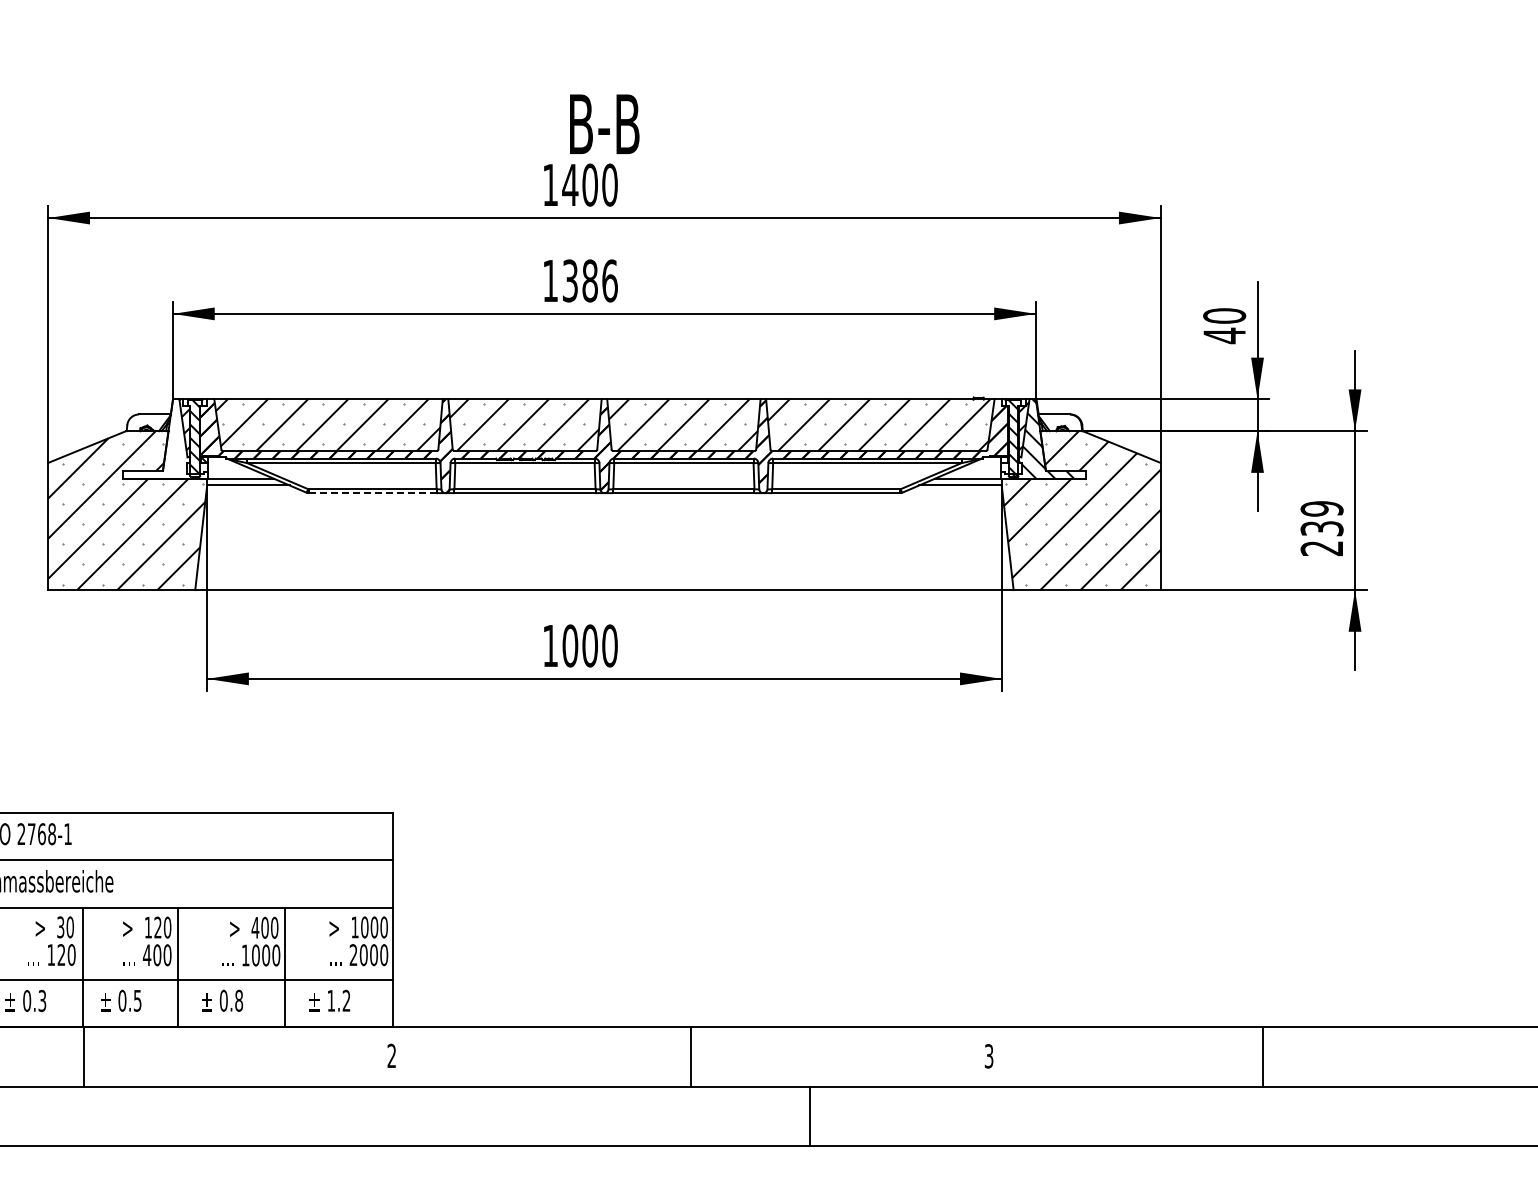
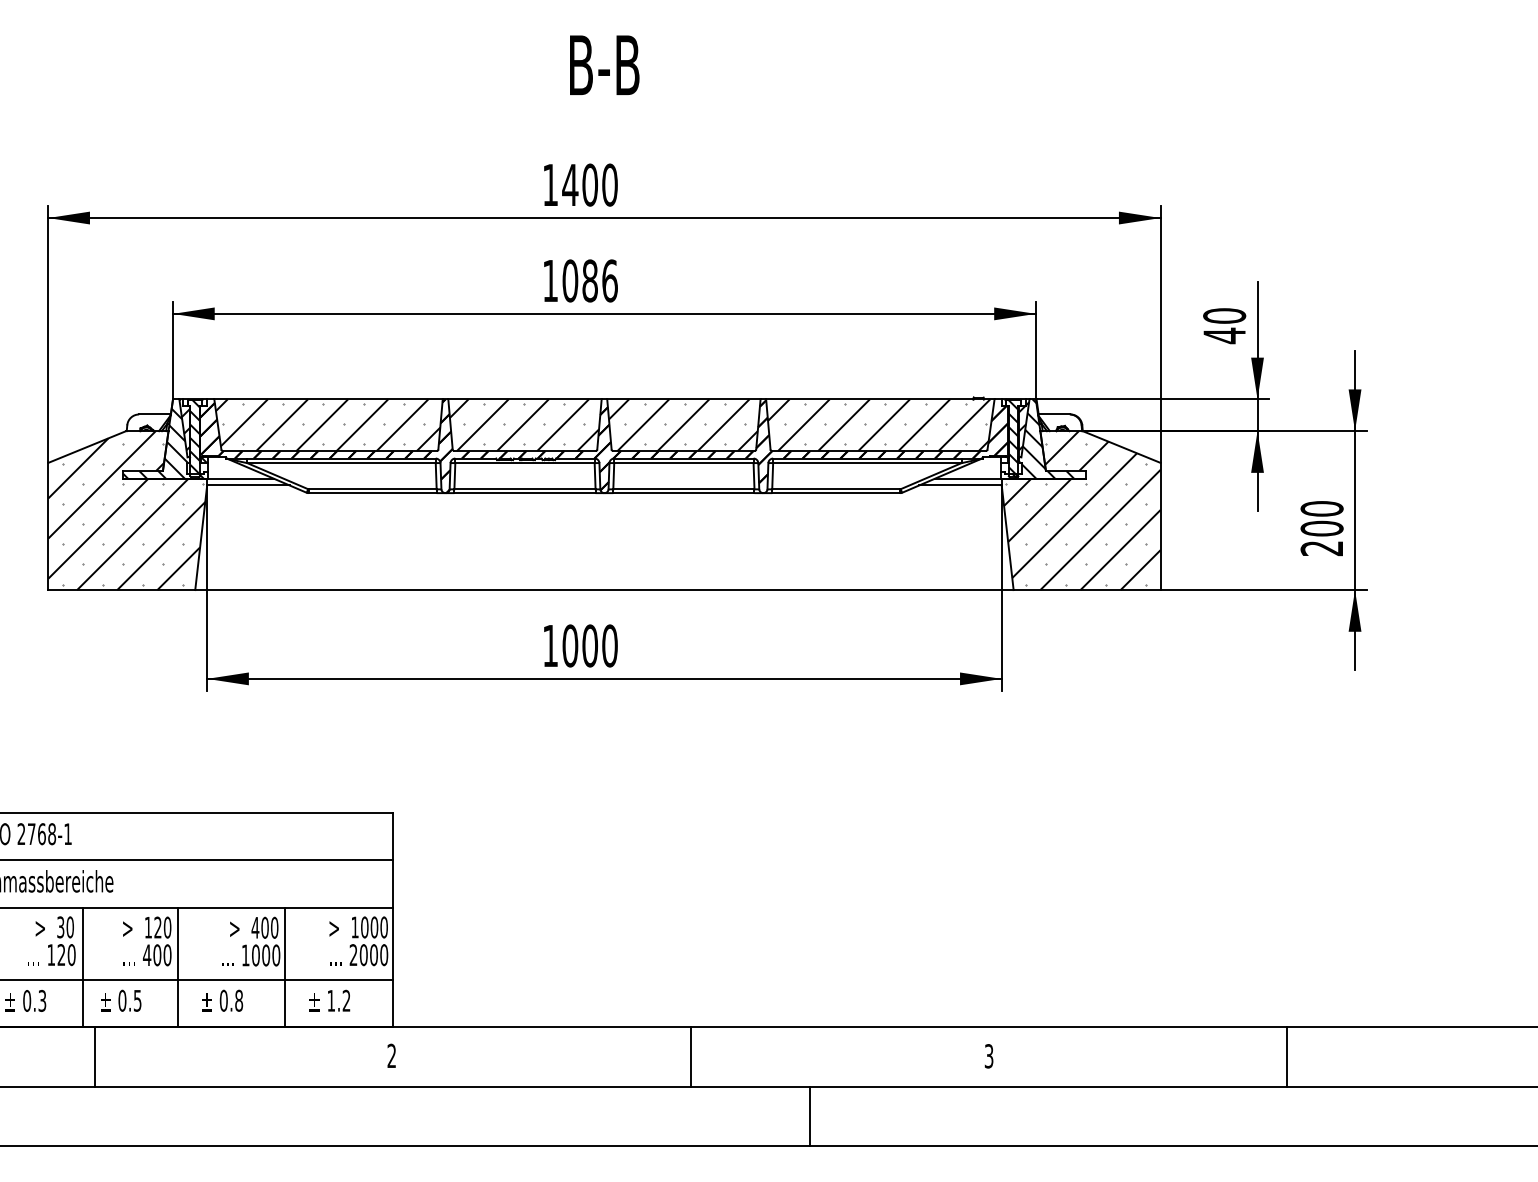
text at (604, 123) position: (604, 123) -> (604, 64)
text at (570, 280): 1386 -> 1086
hatch at (163, 443): none -> present
line at (372, 493): dashed -> solid
text at (1321, 518): 239 -> 200
line at (83, 1056) position: (83, 1056) -> (94, 1056)
line at (1262, 1056) position: (1262, 1056) -> (1286, 1056)
